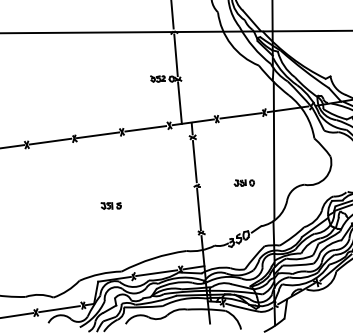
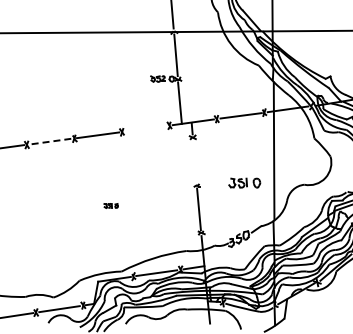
line at (145, 128): present -> none
line at (50, 141): solid -> dashed
line at (194, 161): present -> none
part at (243, 182) size: 22x8 px -> 34x12 px
part at (110, 205) size: 22x8 px -> 16x6 px
